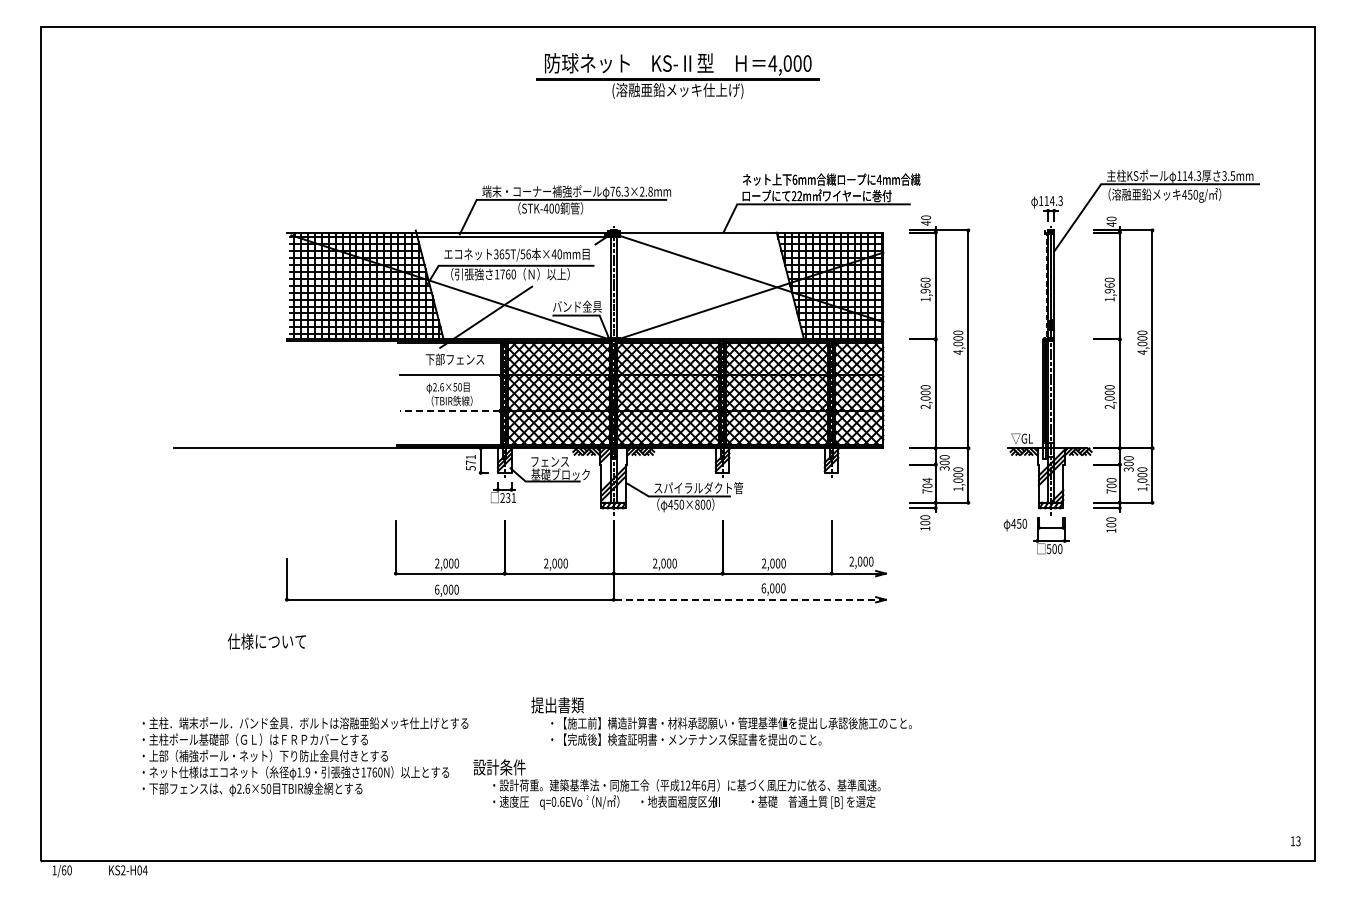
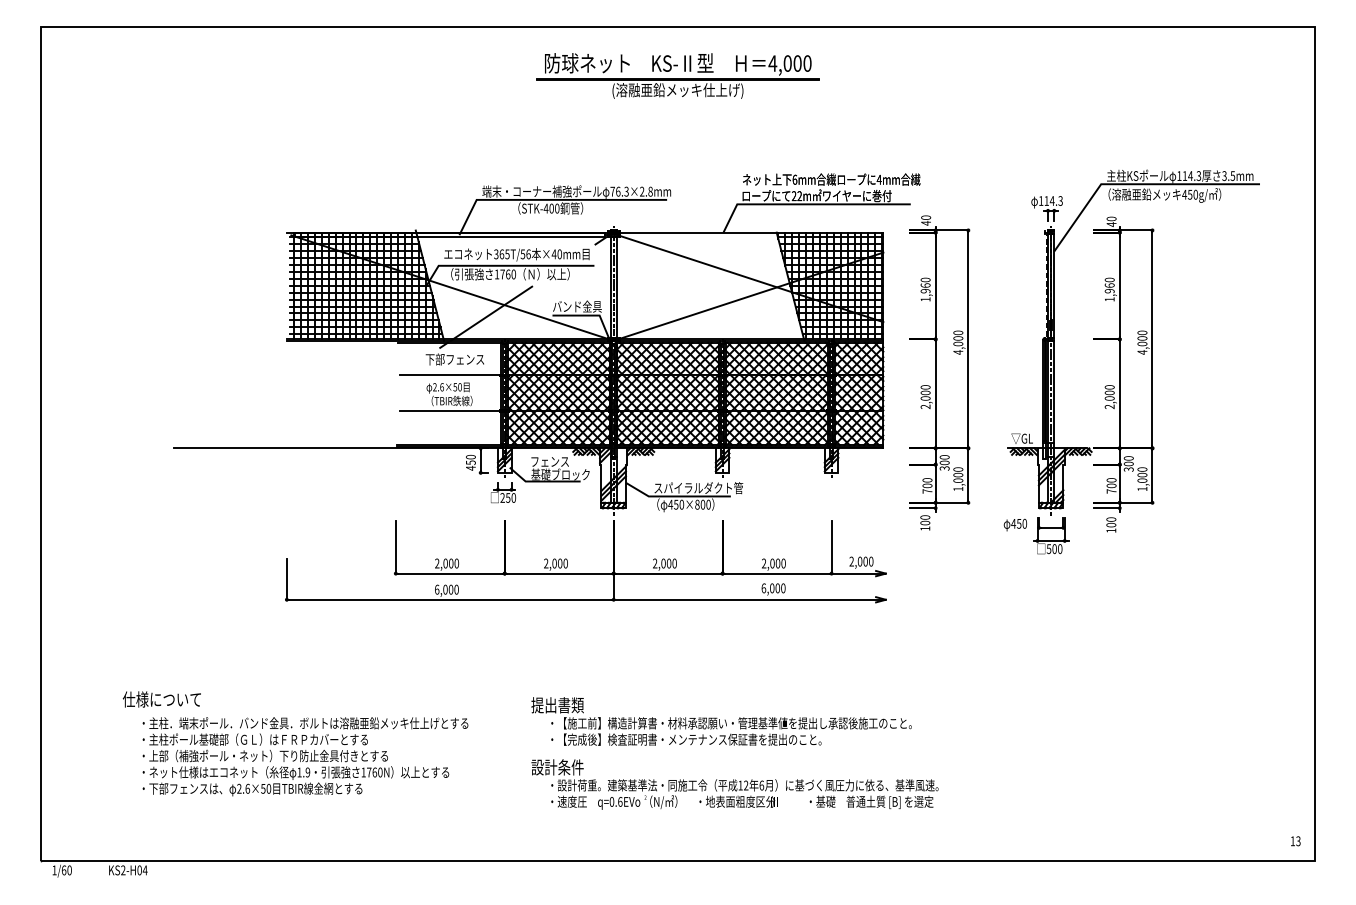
line at (449, 411): dashed -> solid
text at (470, 462): 571 -> 450
text at (927, 479): 704 -> 700
text at (511, 497): 231 -> 250
line at (749, 599): dashed -> solid
text at (266, 641) position: (266, 641) -> (161, 699)
text at (676, 784) position: (676, 784) -> (734, 784)
